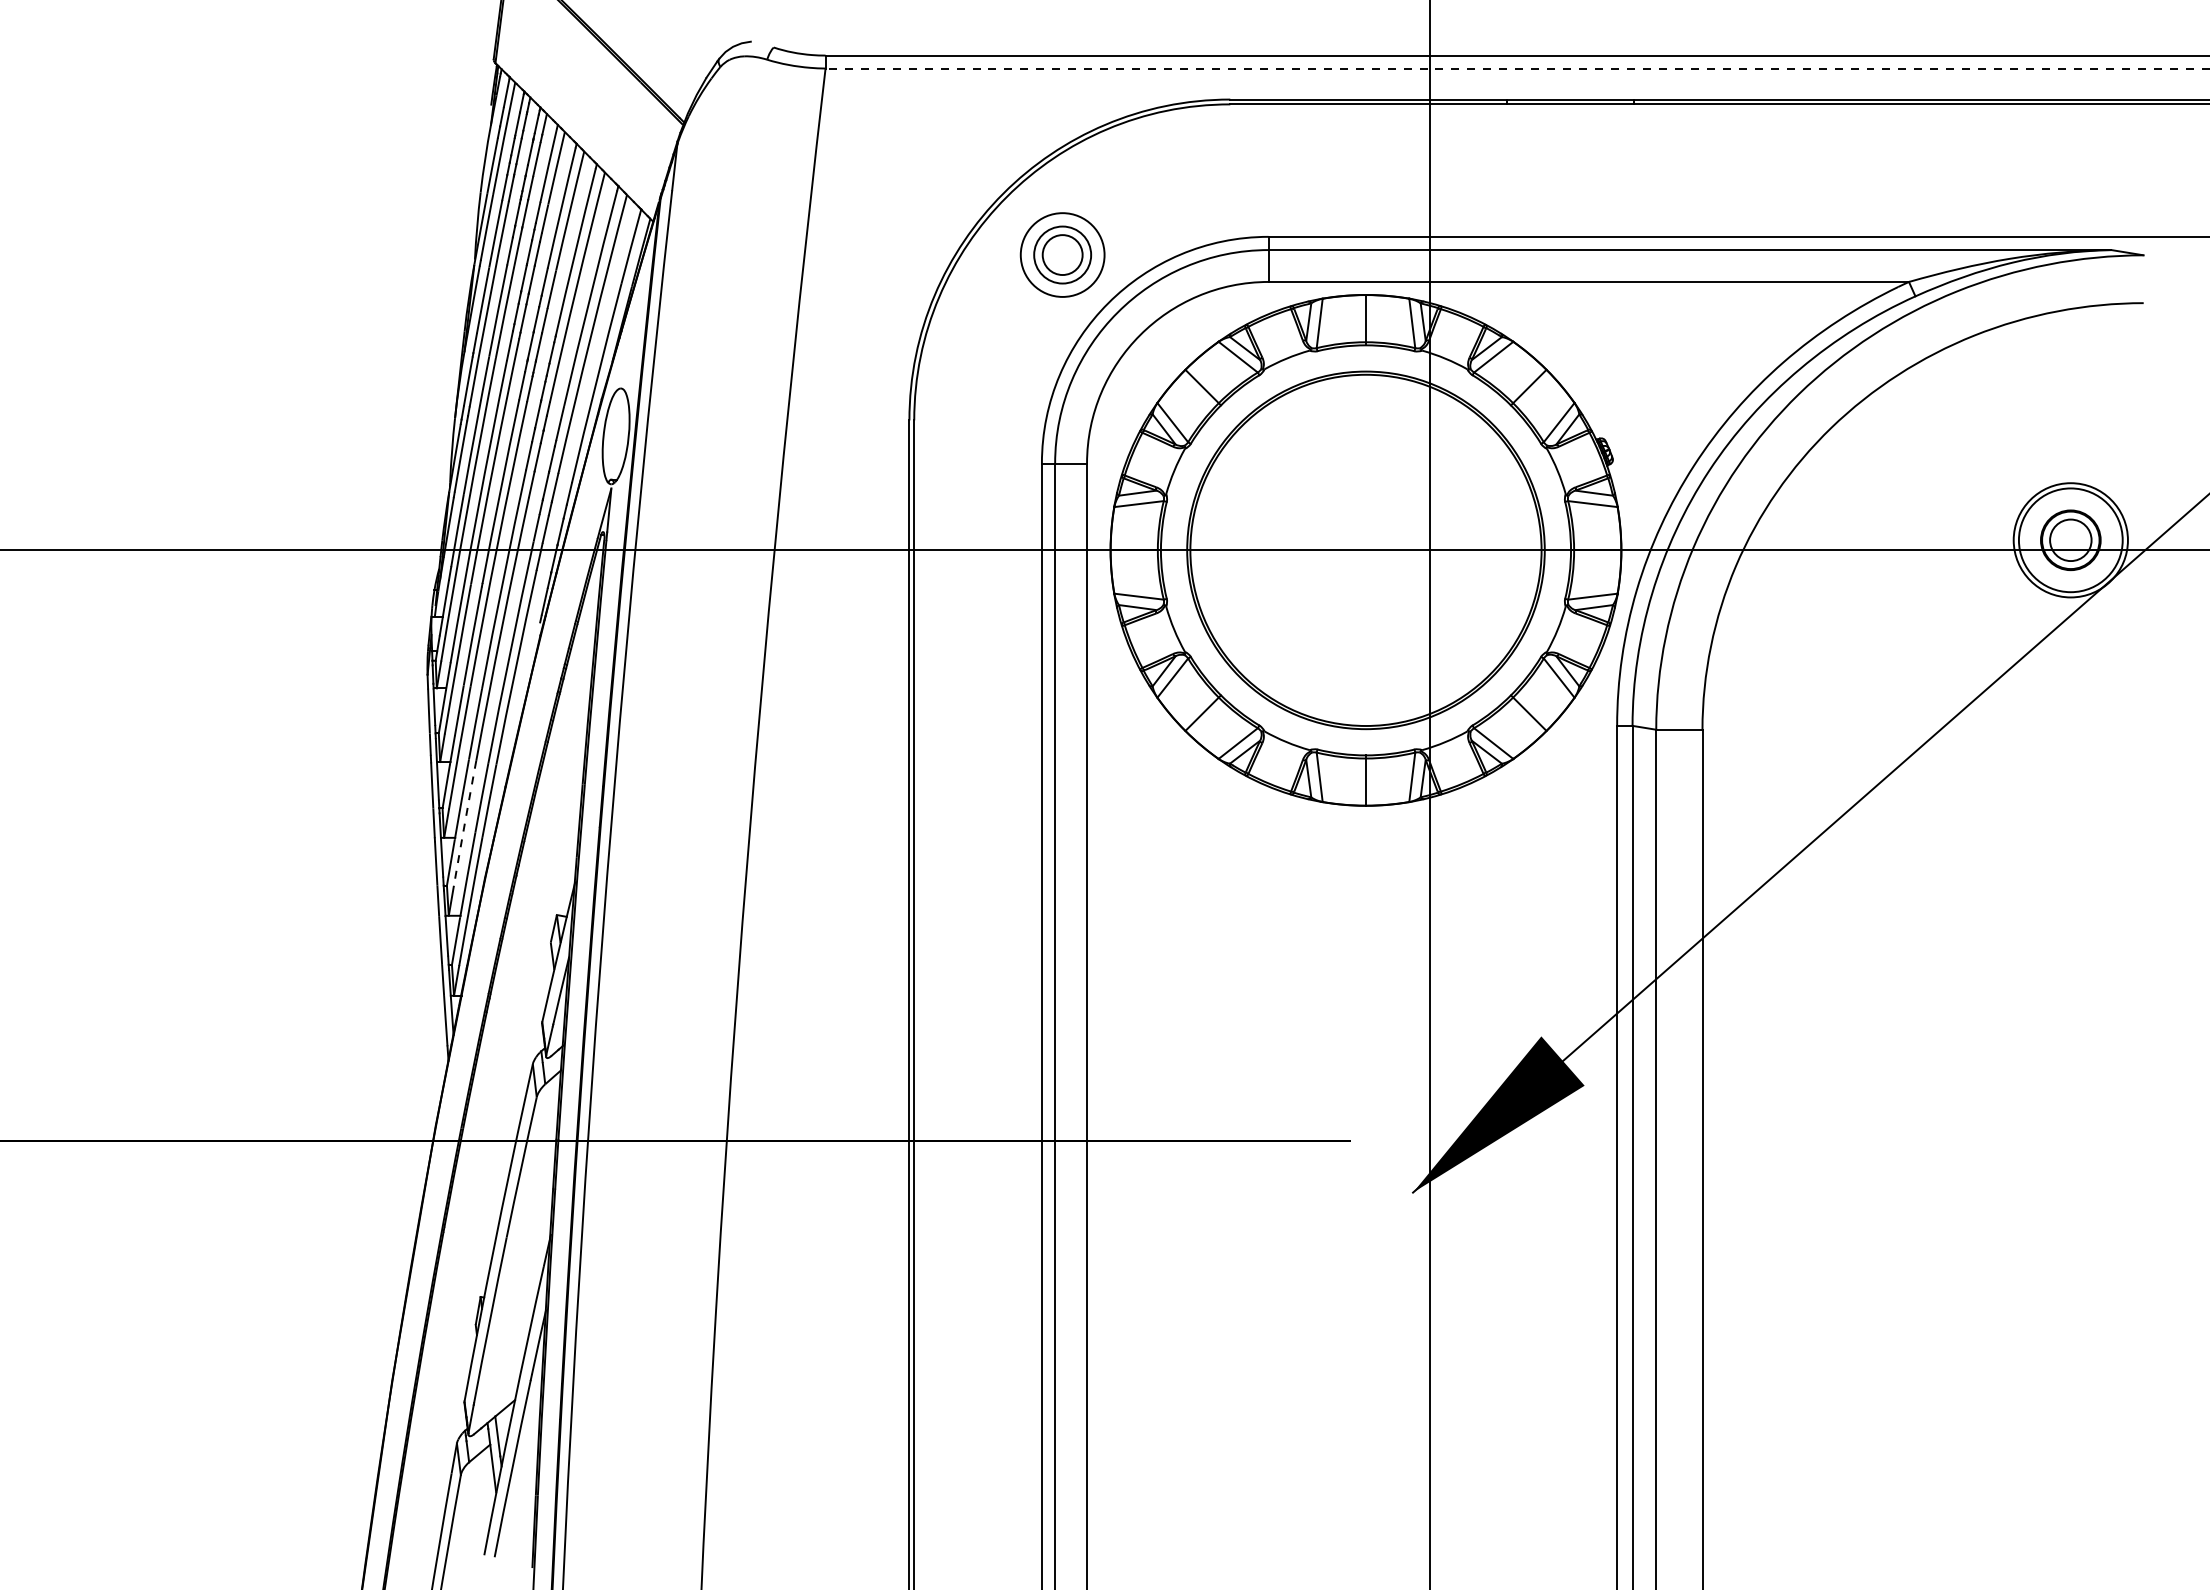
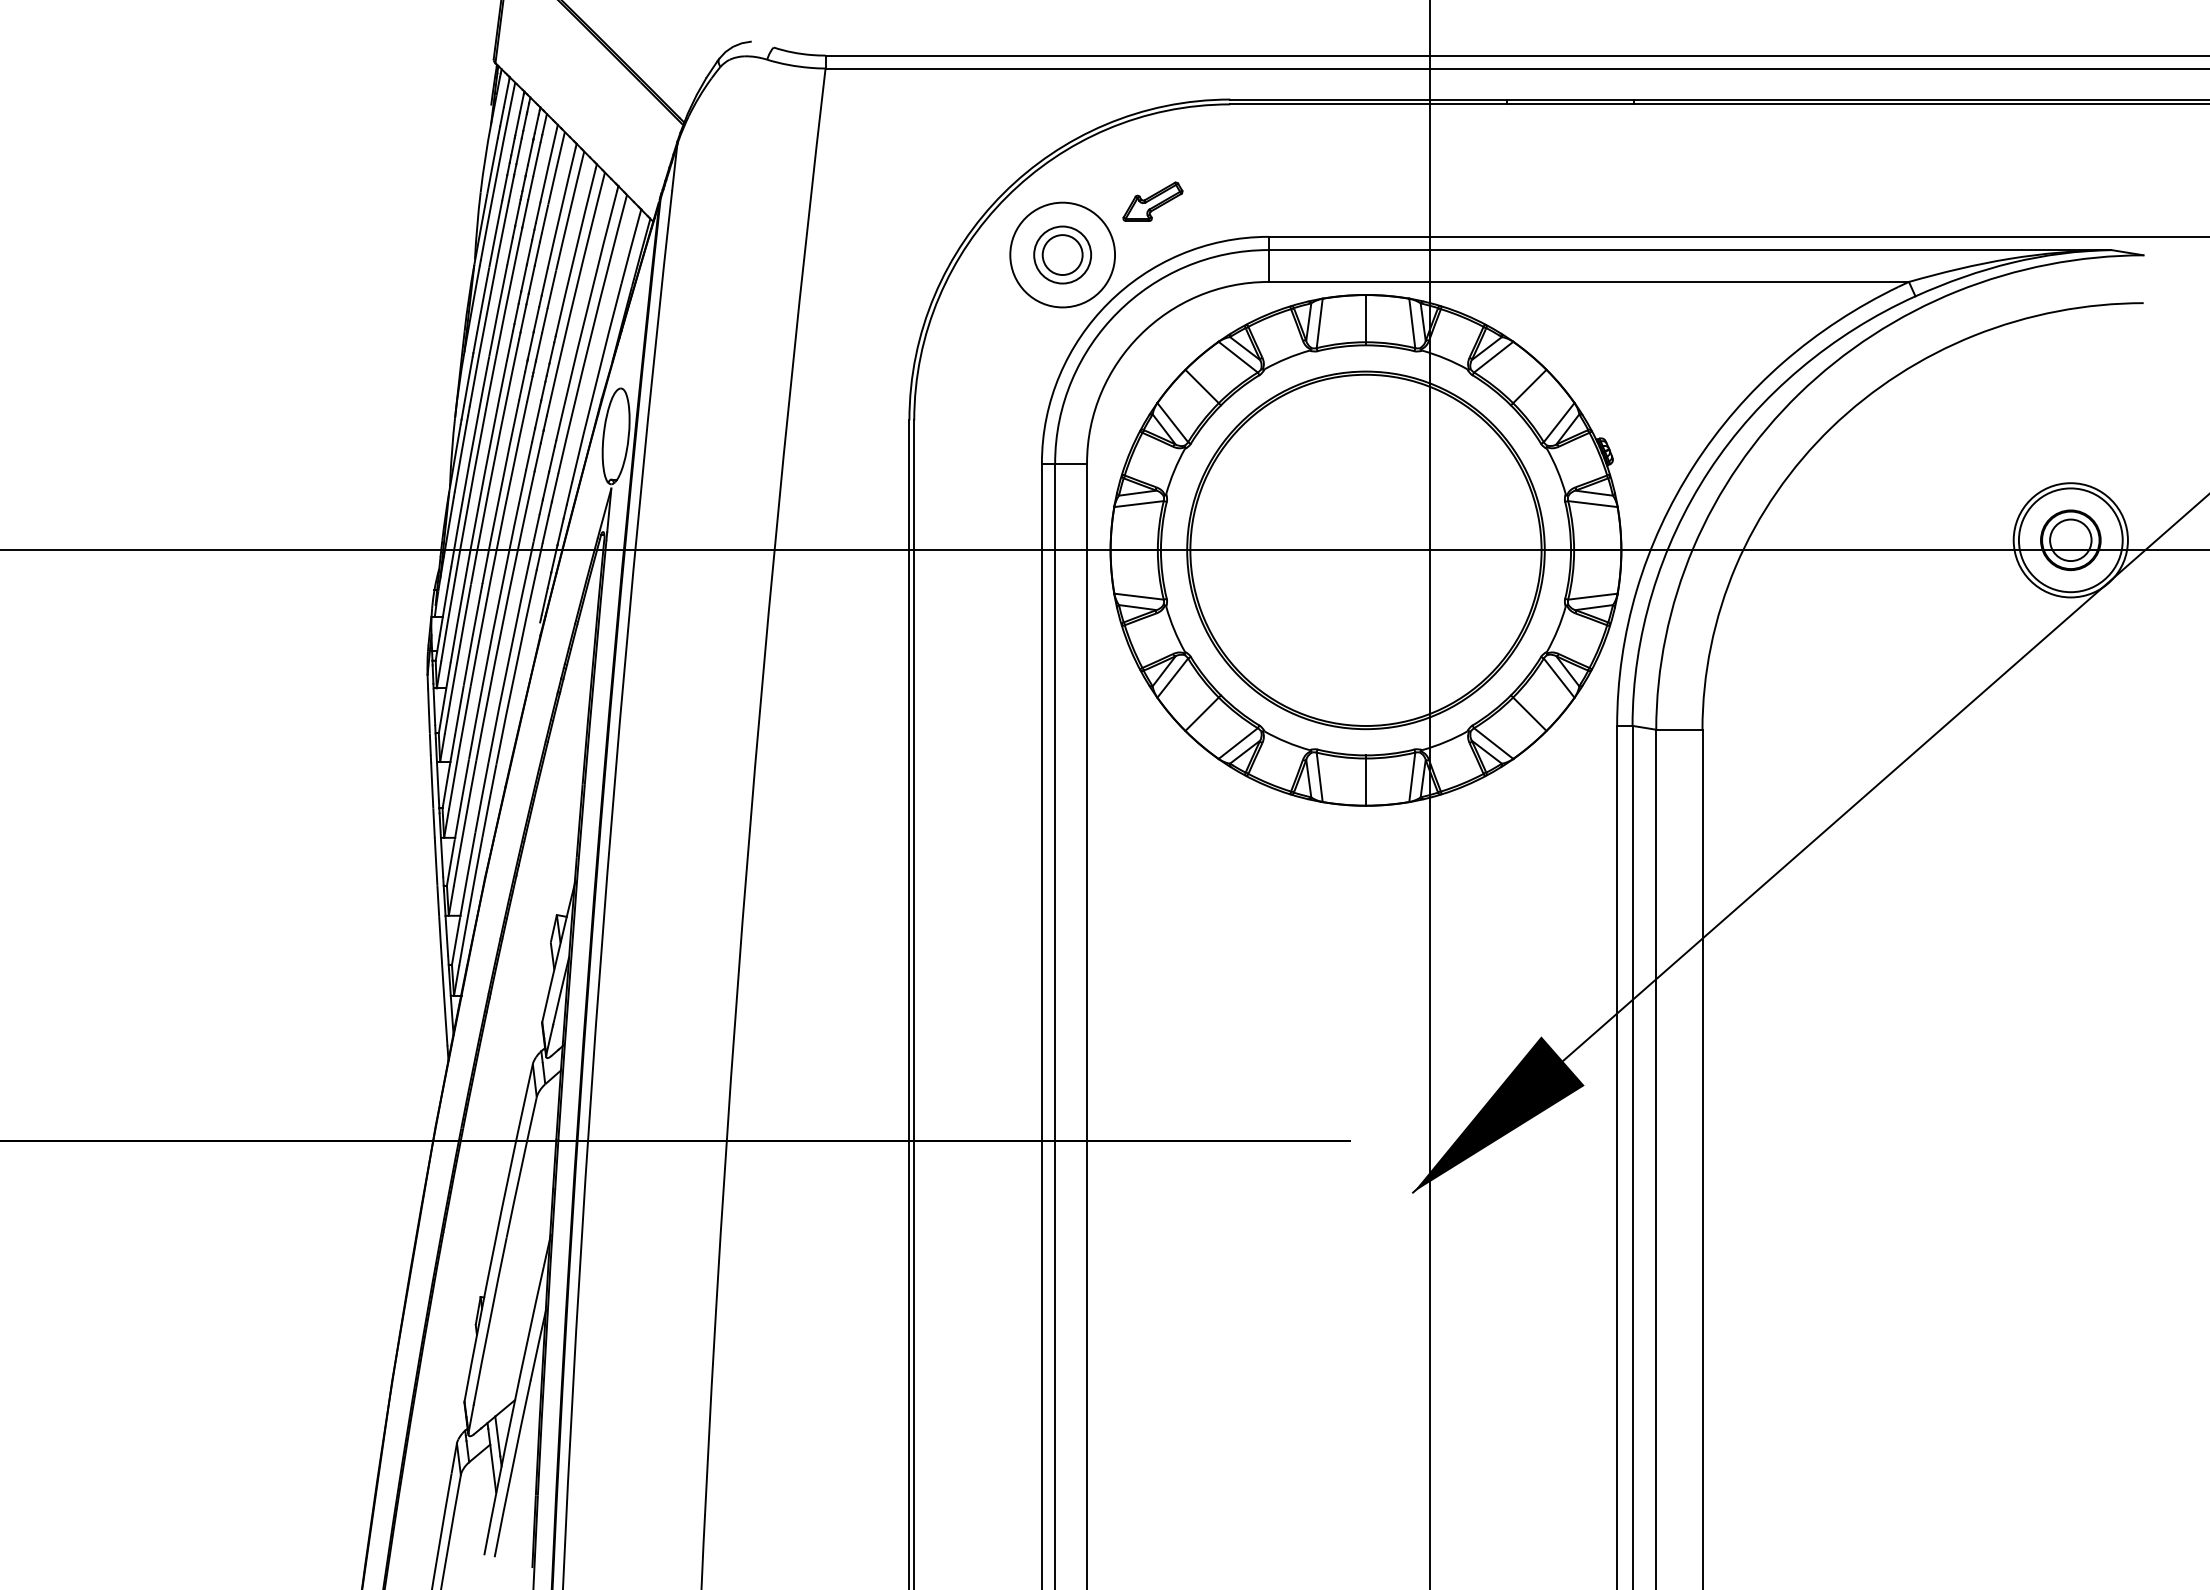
line at (1516, 68): dashed -> solid
part at (1152, 201): none -> present
circle at (1062, 254) diameter: 84 px -> 105 px
arc at (464, 823): dashed -> solid
